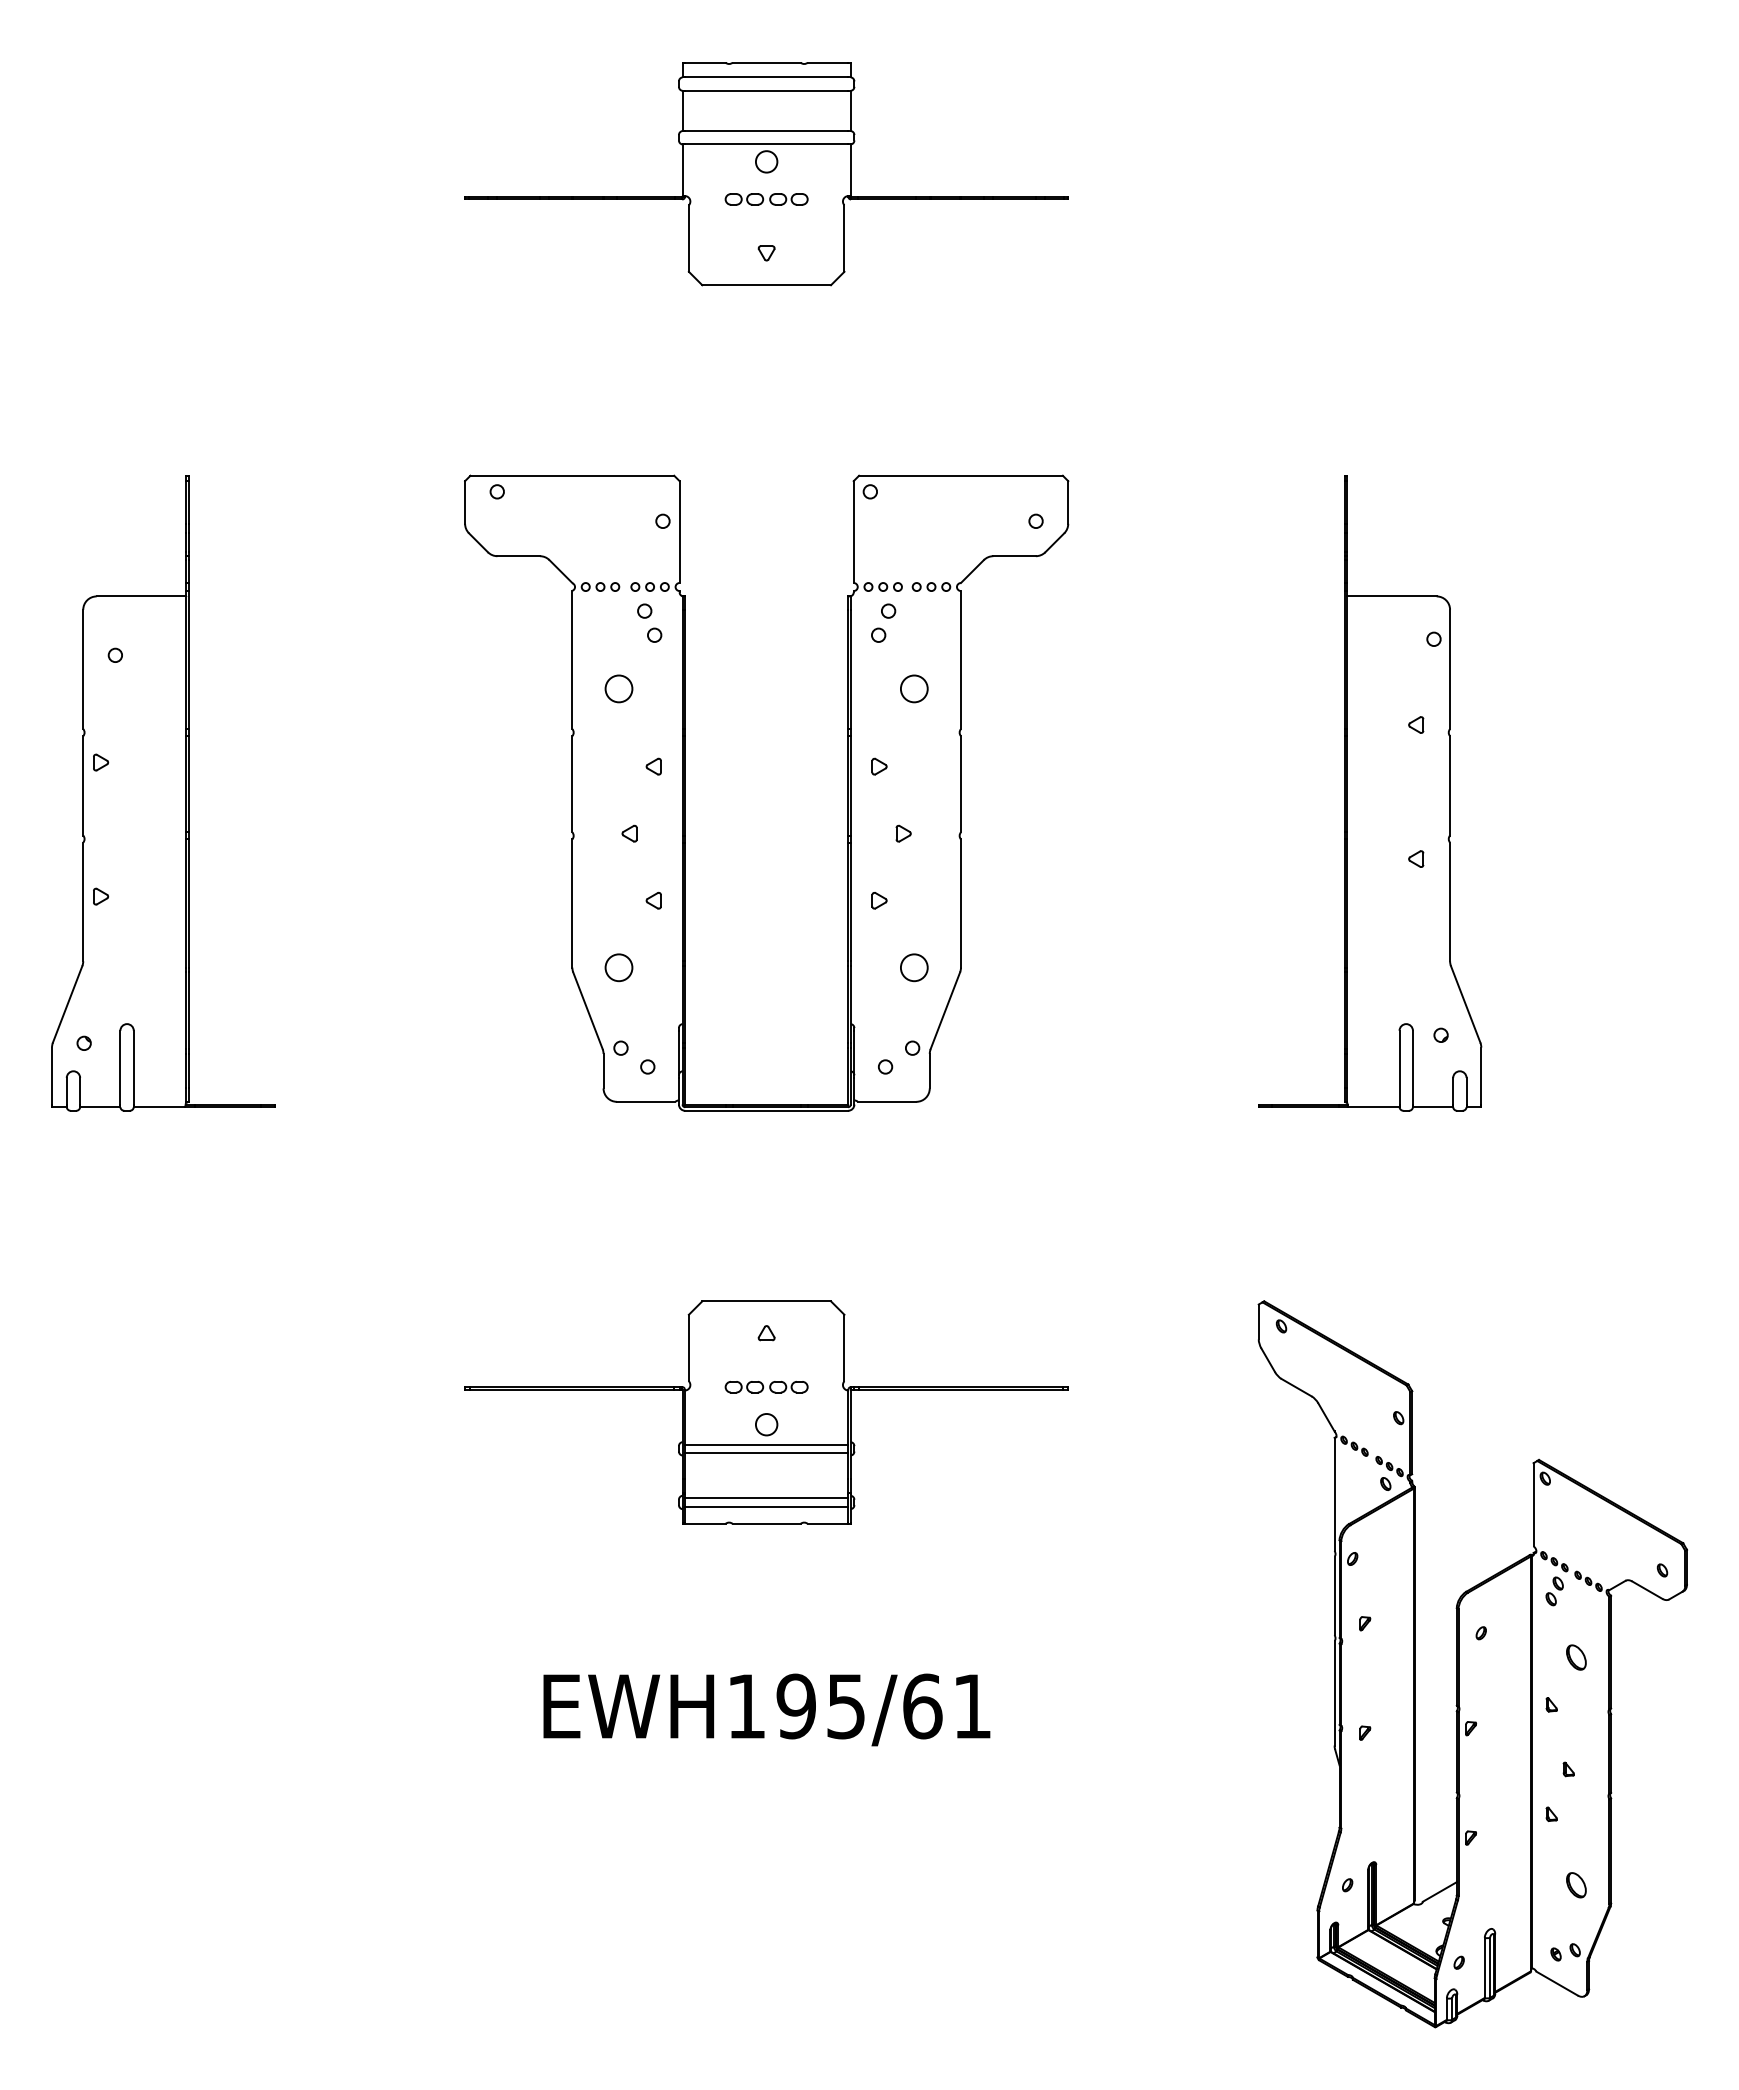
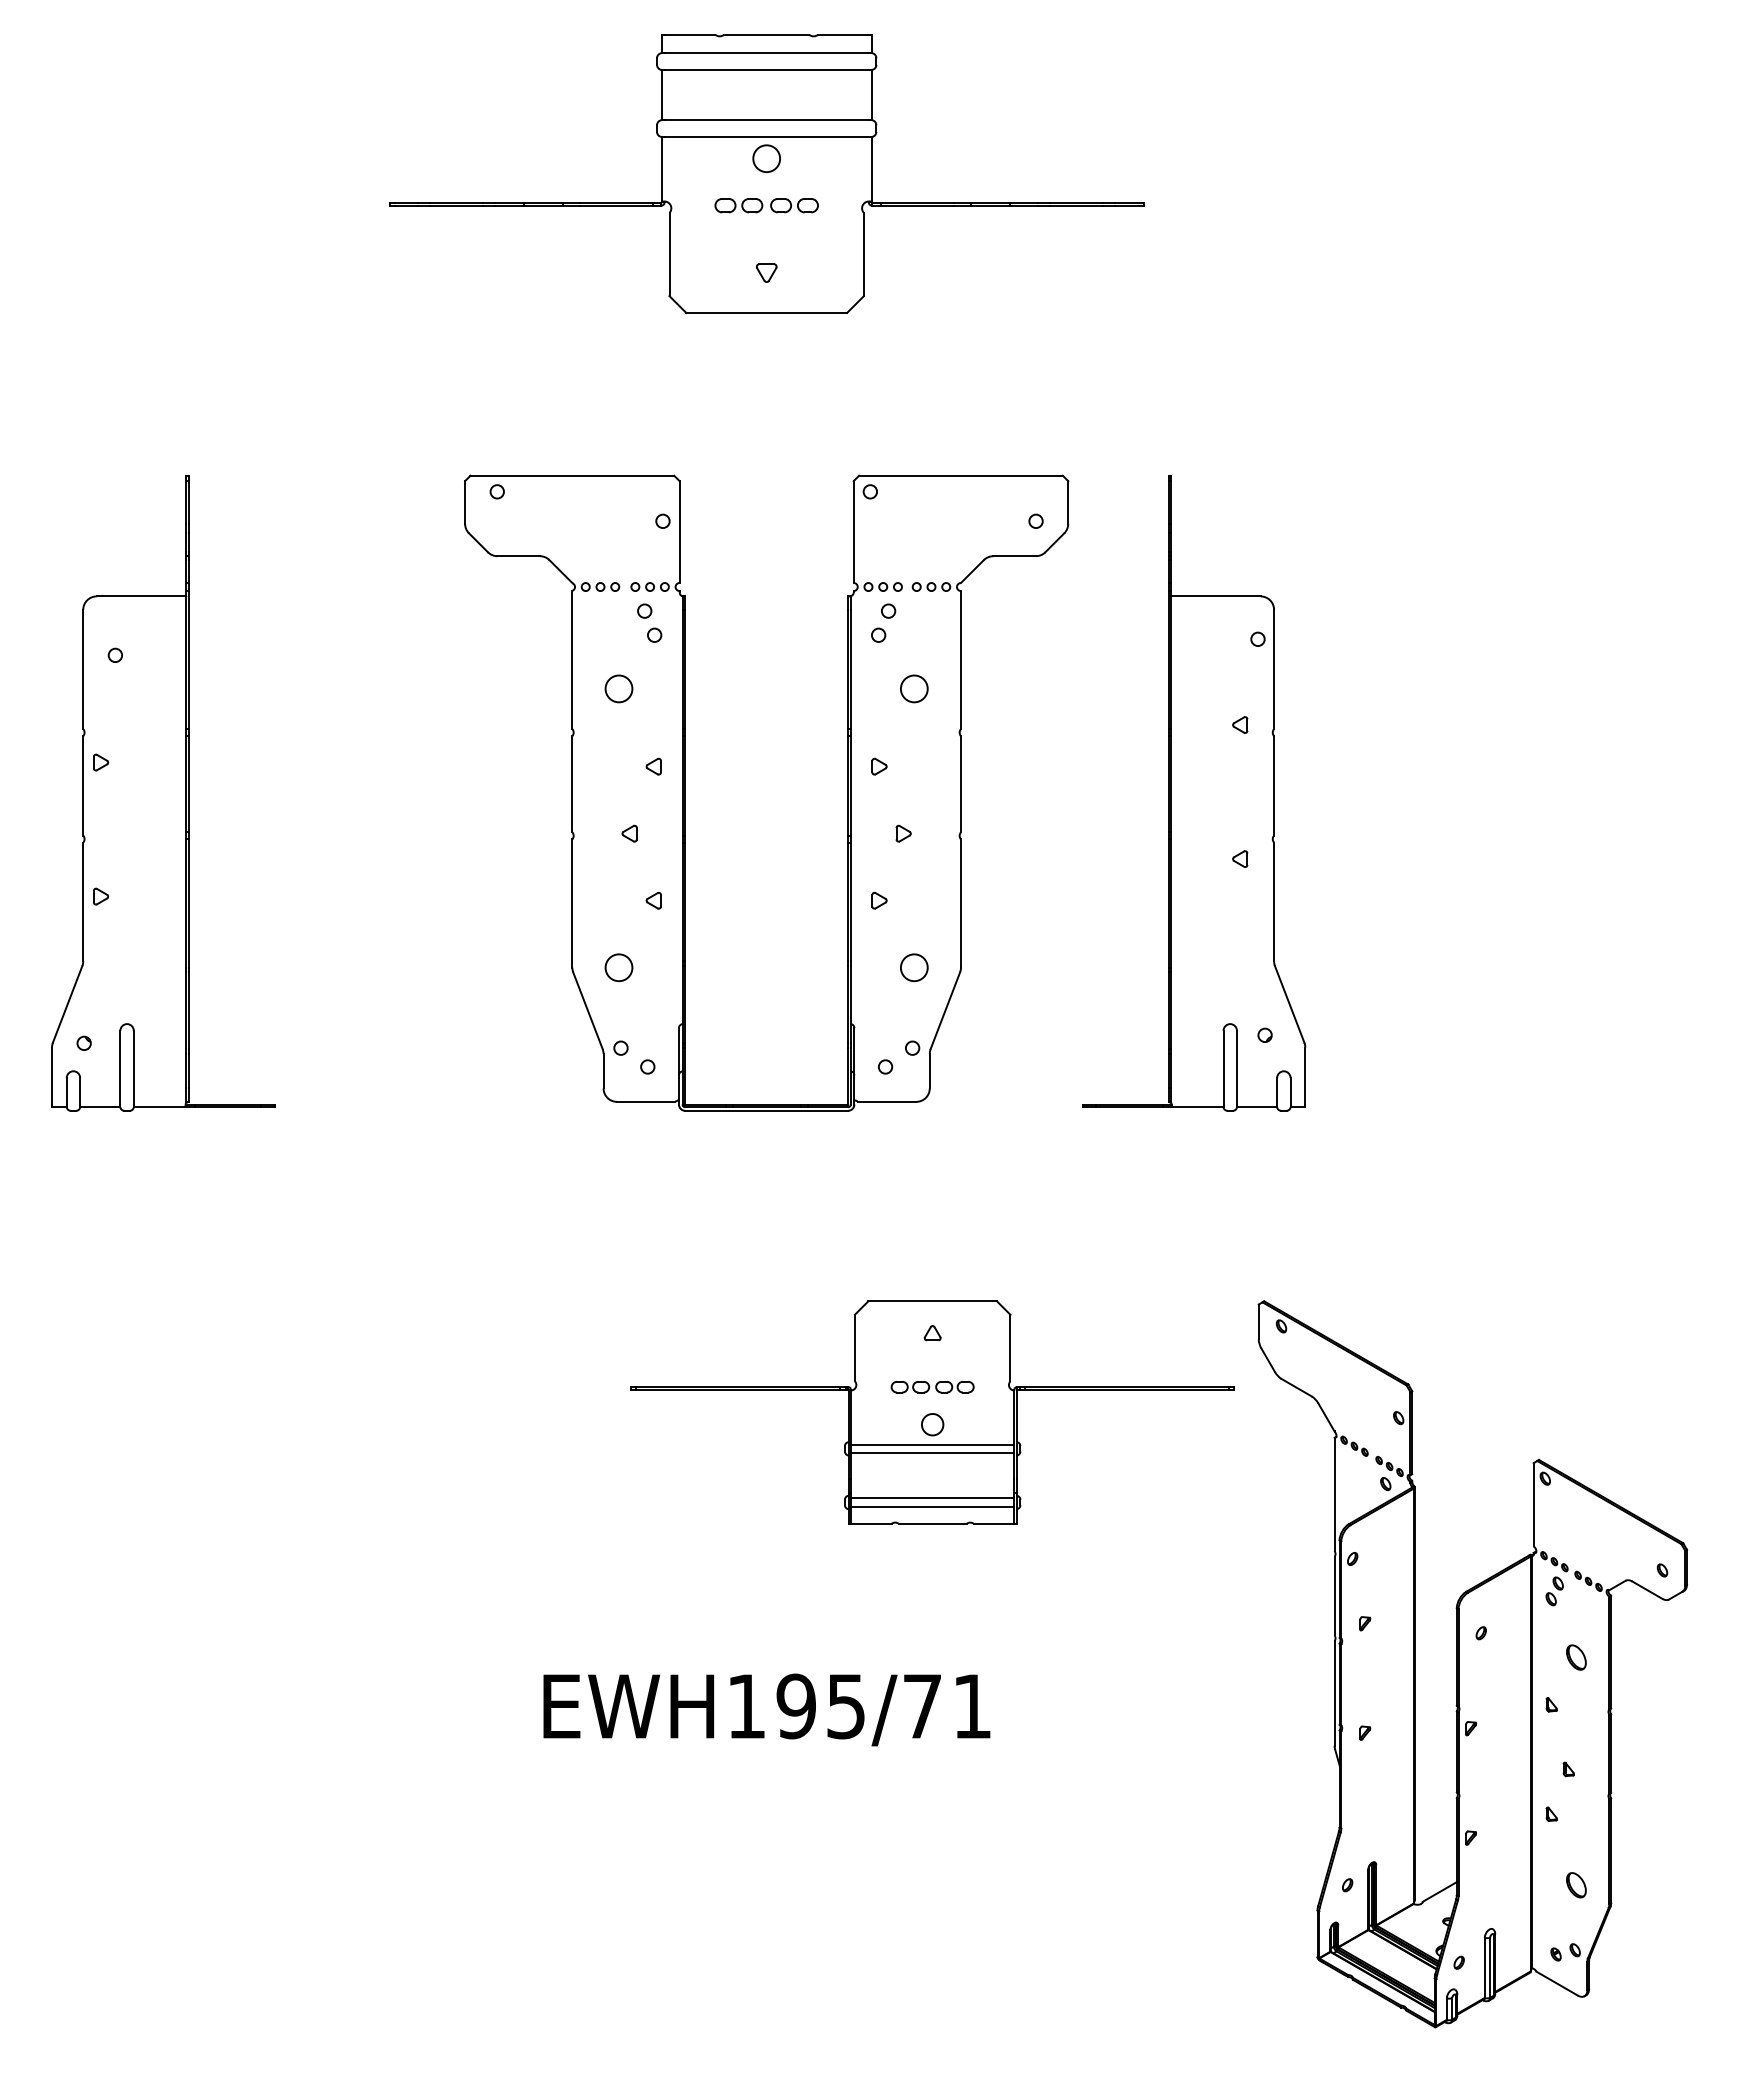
part at (766, 174) size: 605x225 px -> 756x280 px
part at (1370, 793) position: (1370, 793) -> (1194, 793)
part at (766, 1412) position: (766, 1412) -> (932, 1412)
text at (922, 1706): EWH195/61 -> EWH195/71
